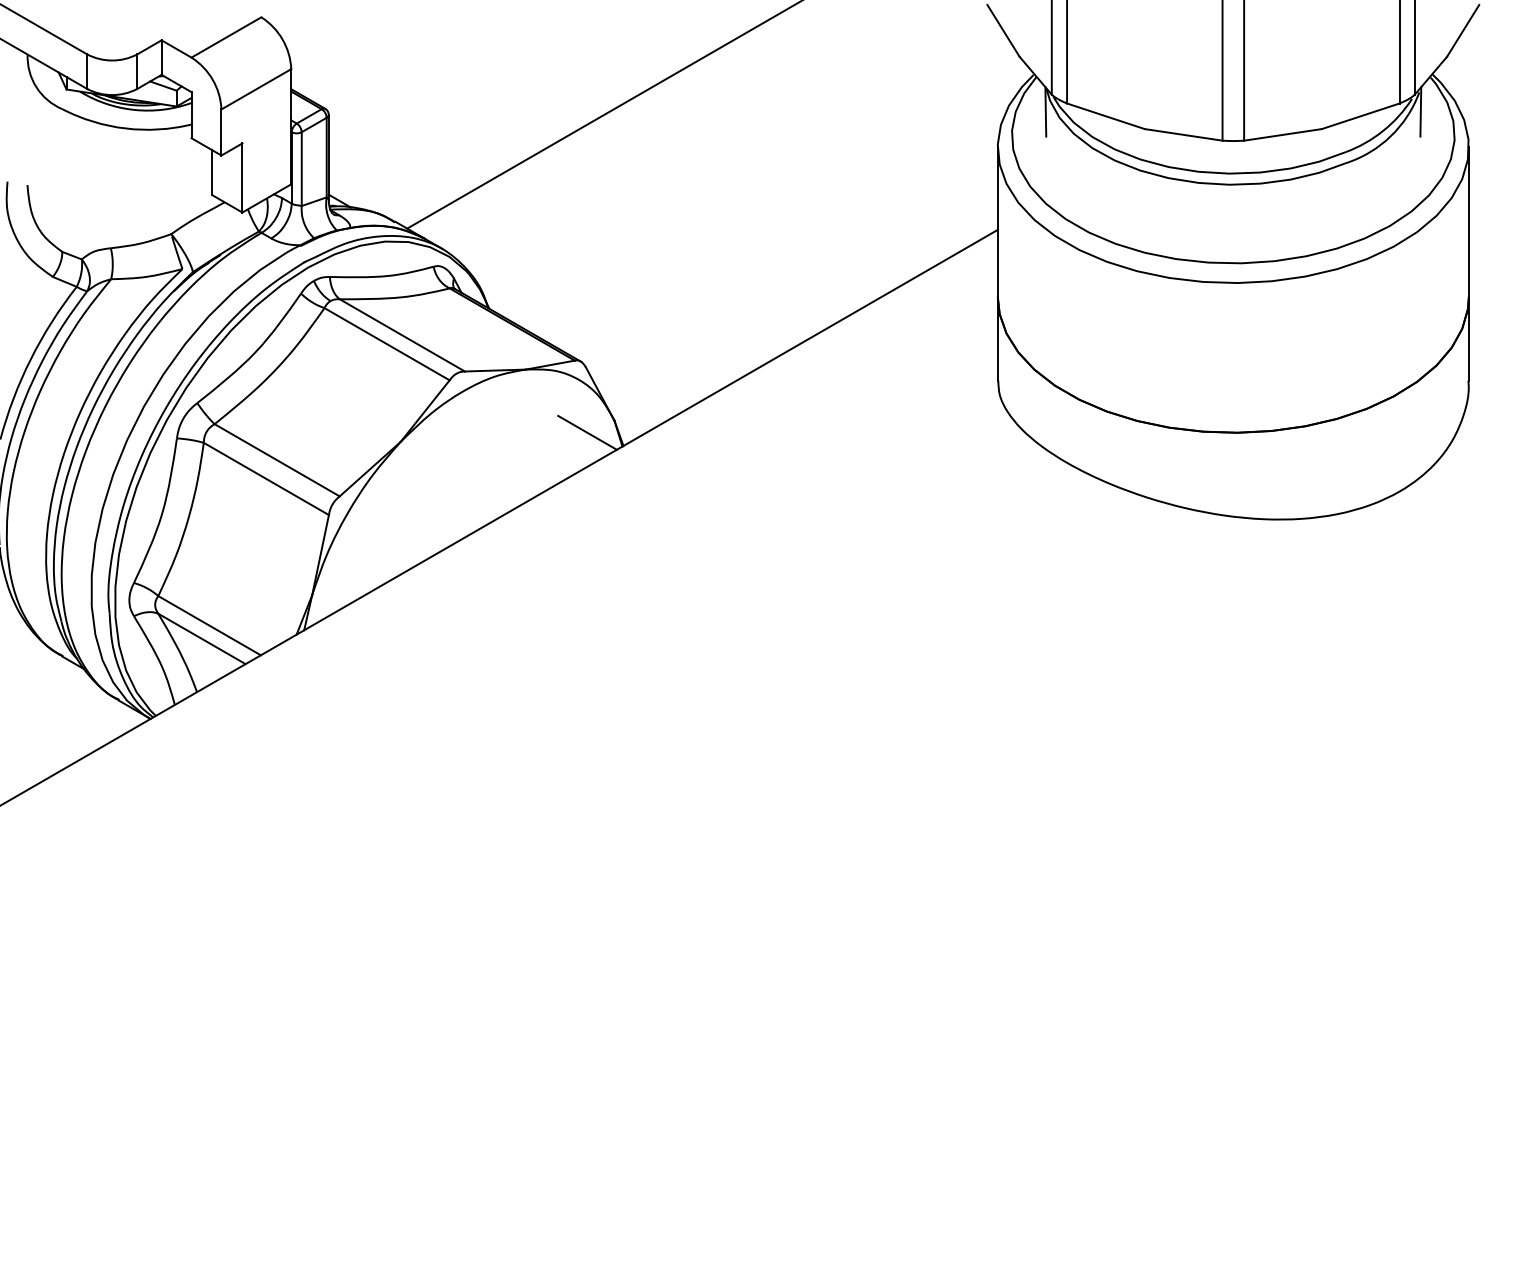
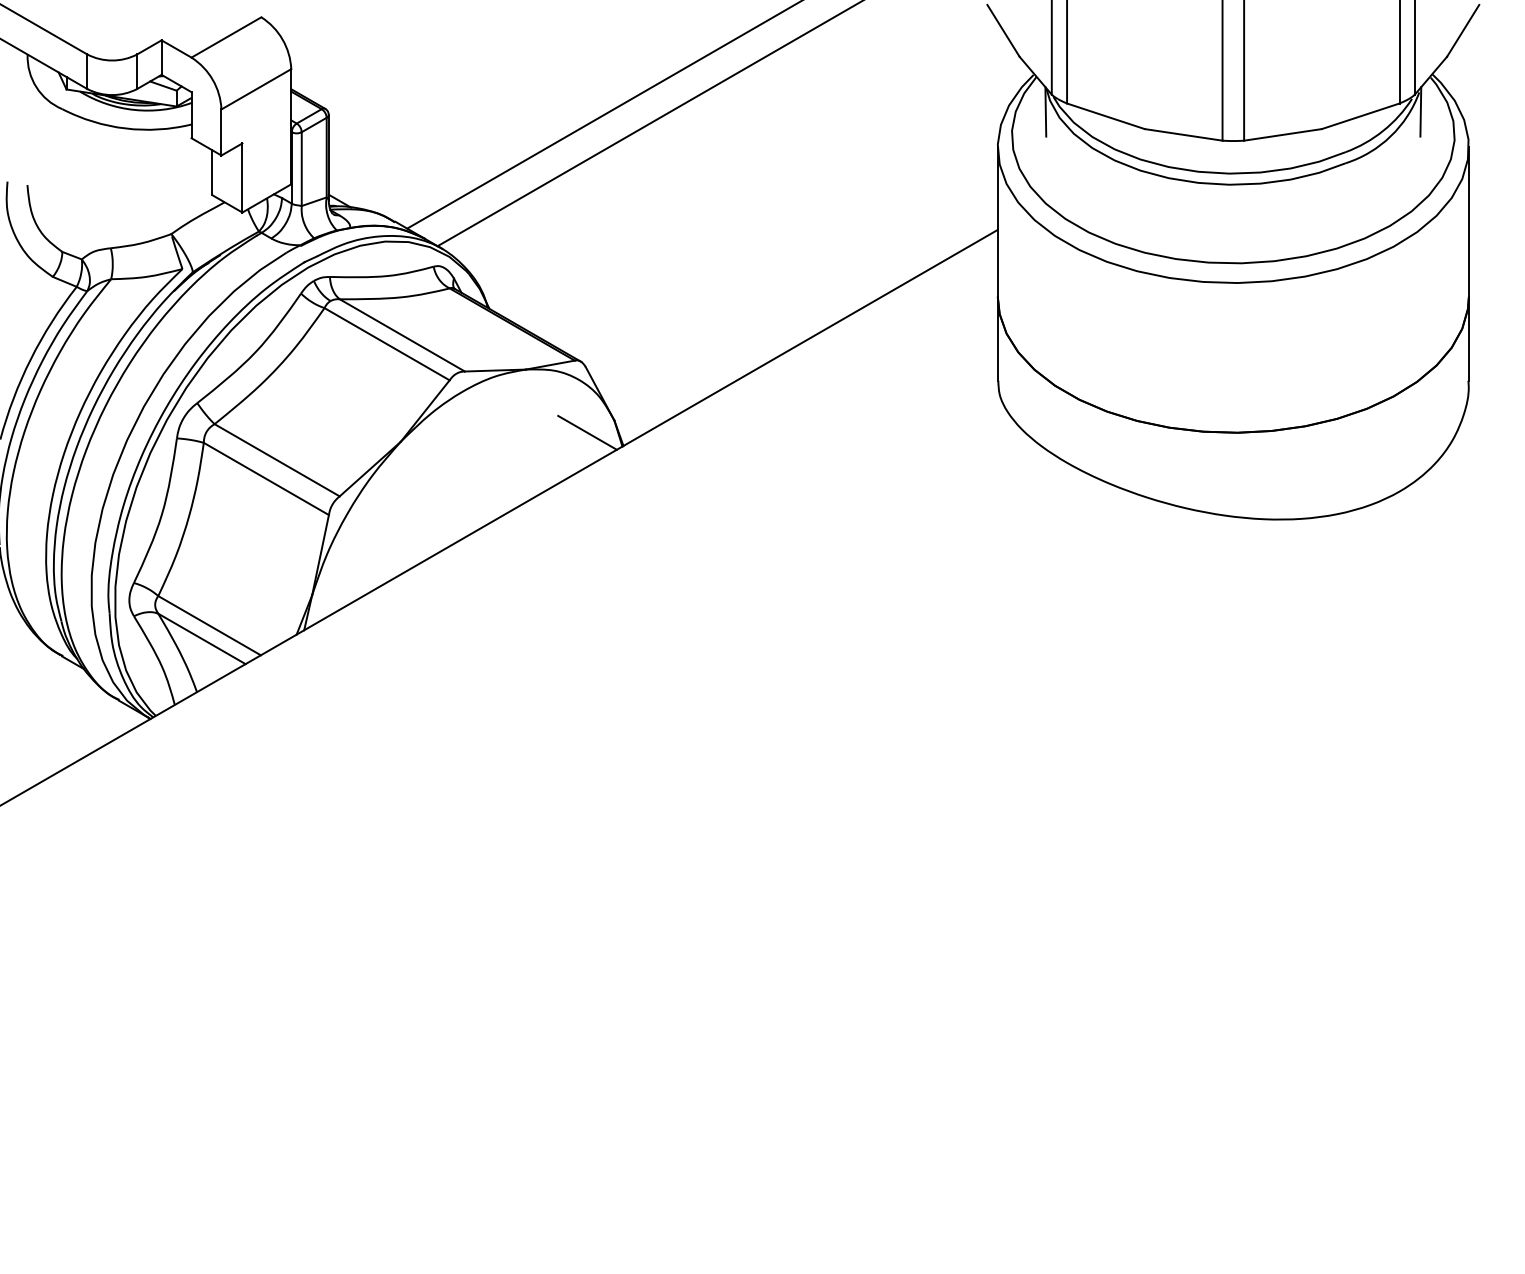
line at (648, 124): none -> present
